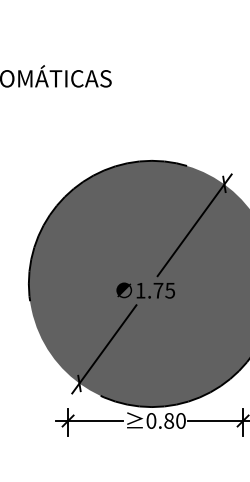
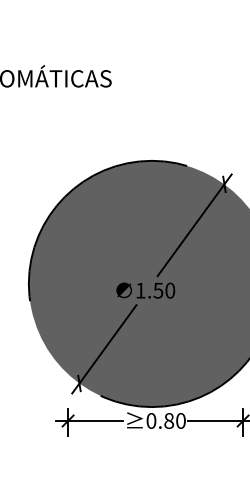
text at (163, 290): 1.75 -> 1.50
